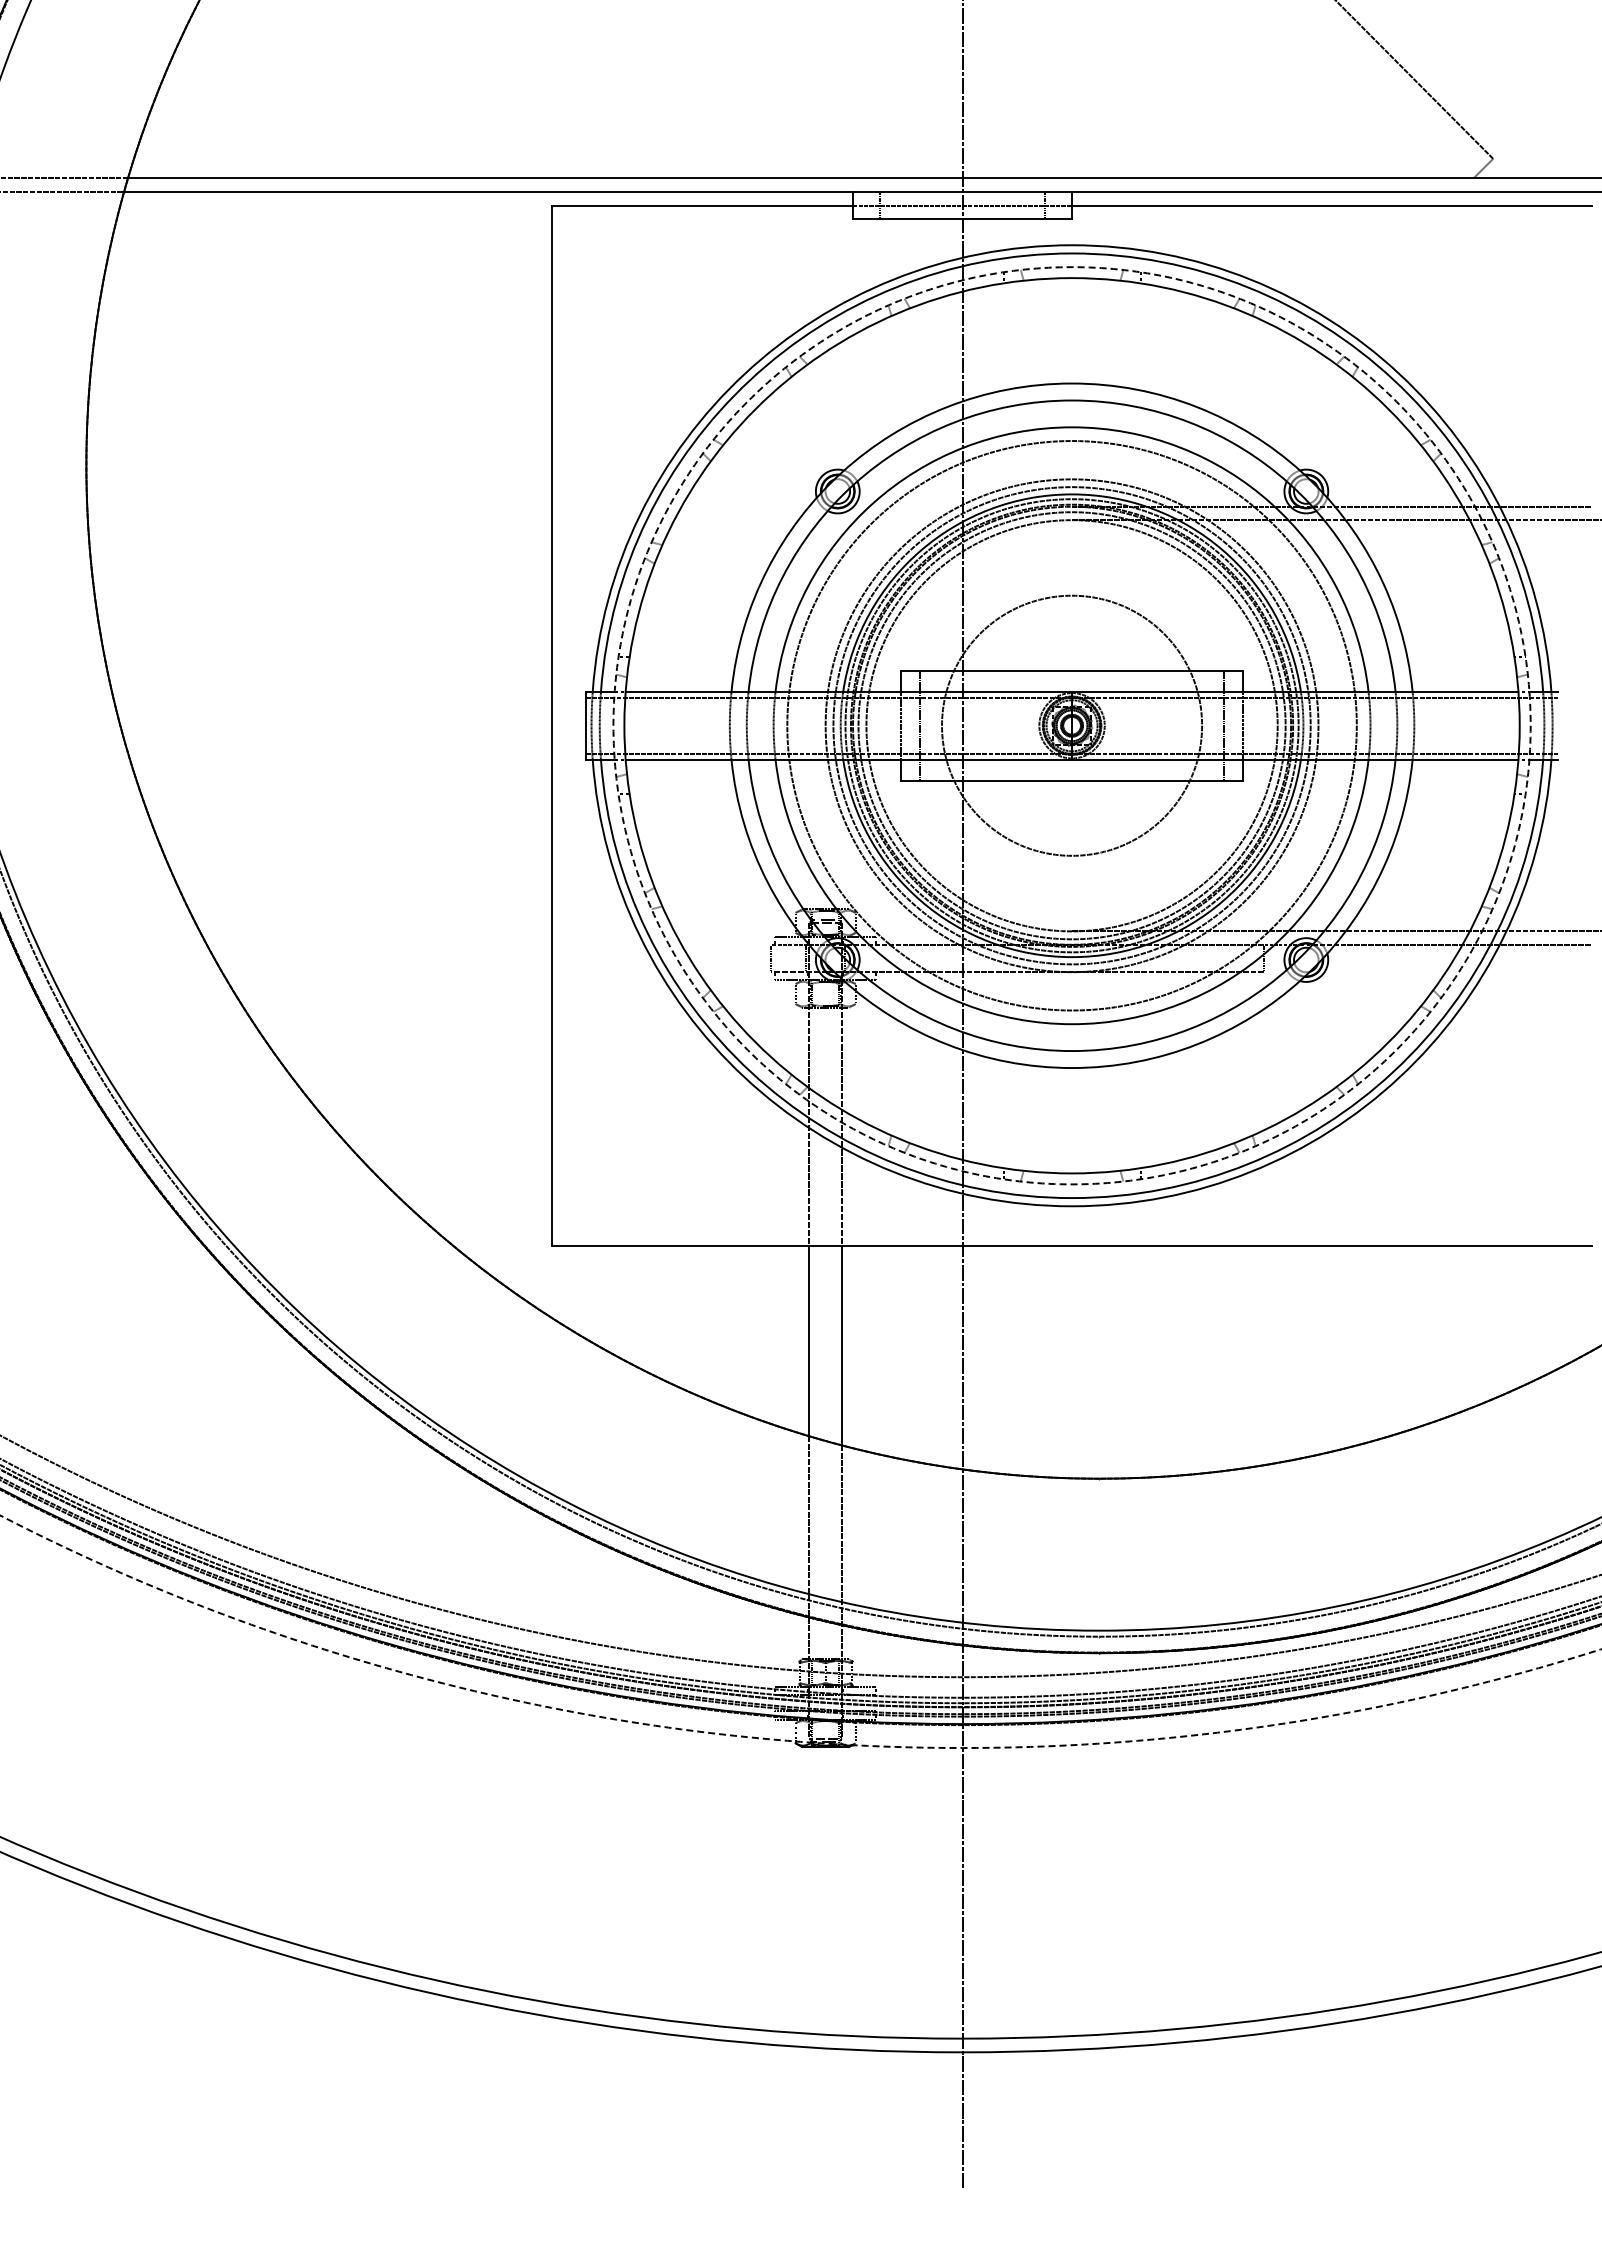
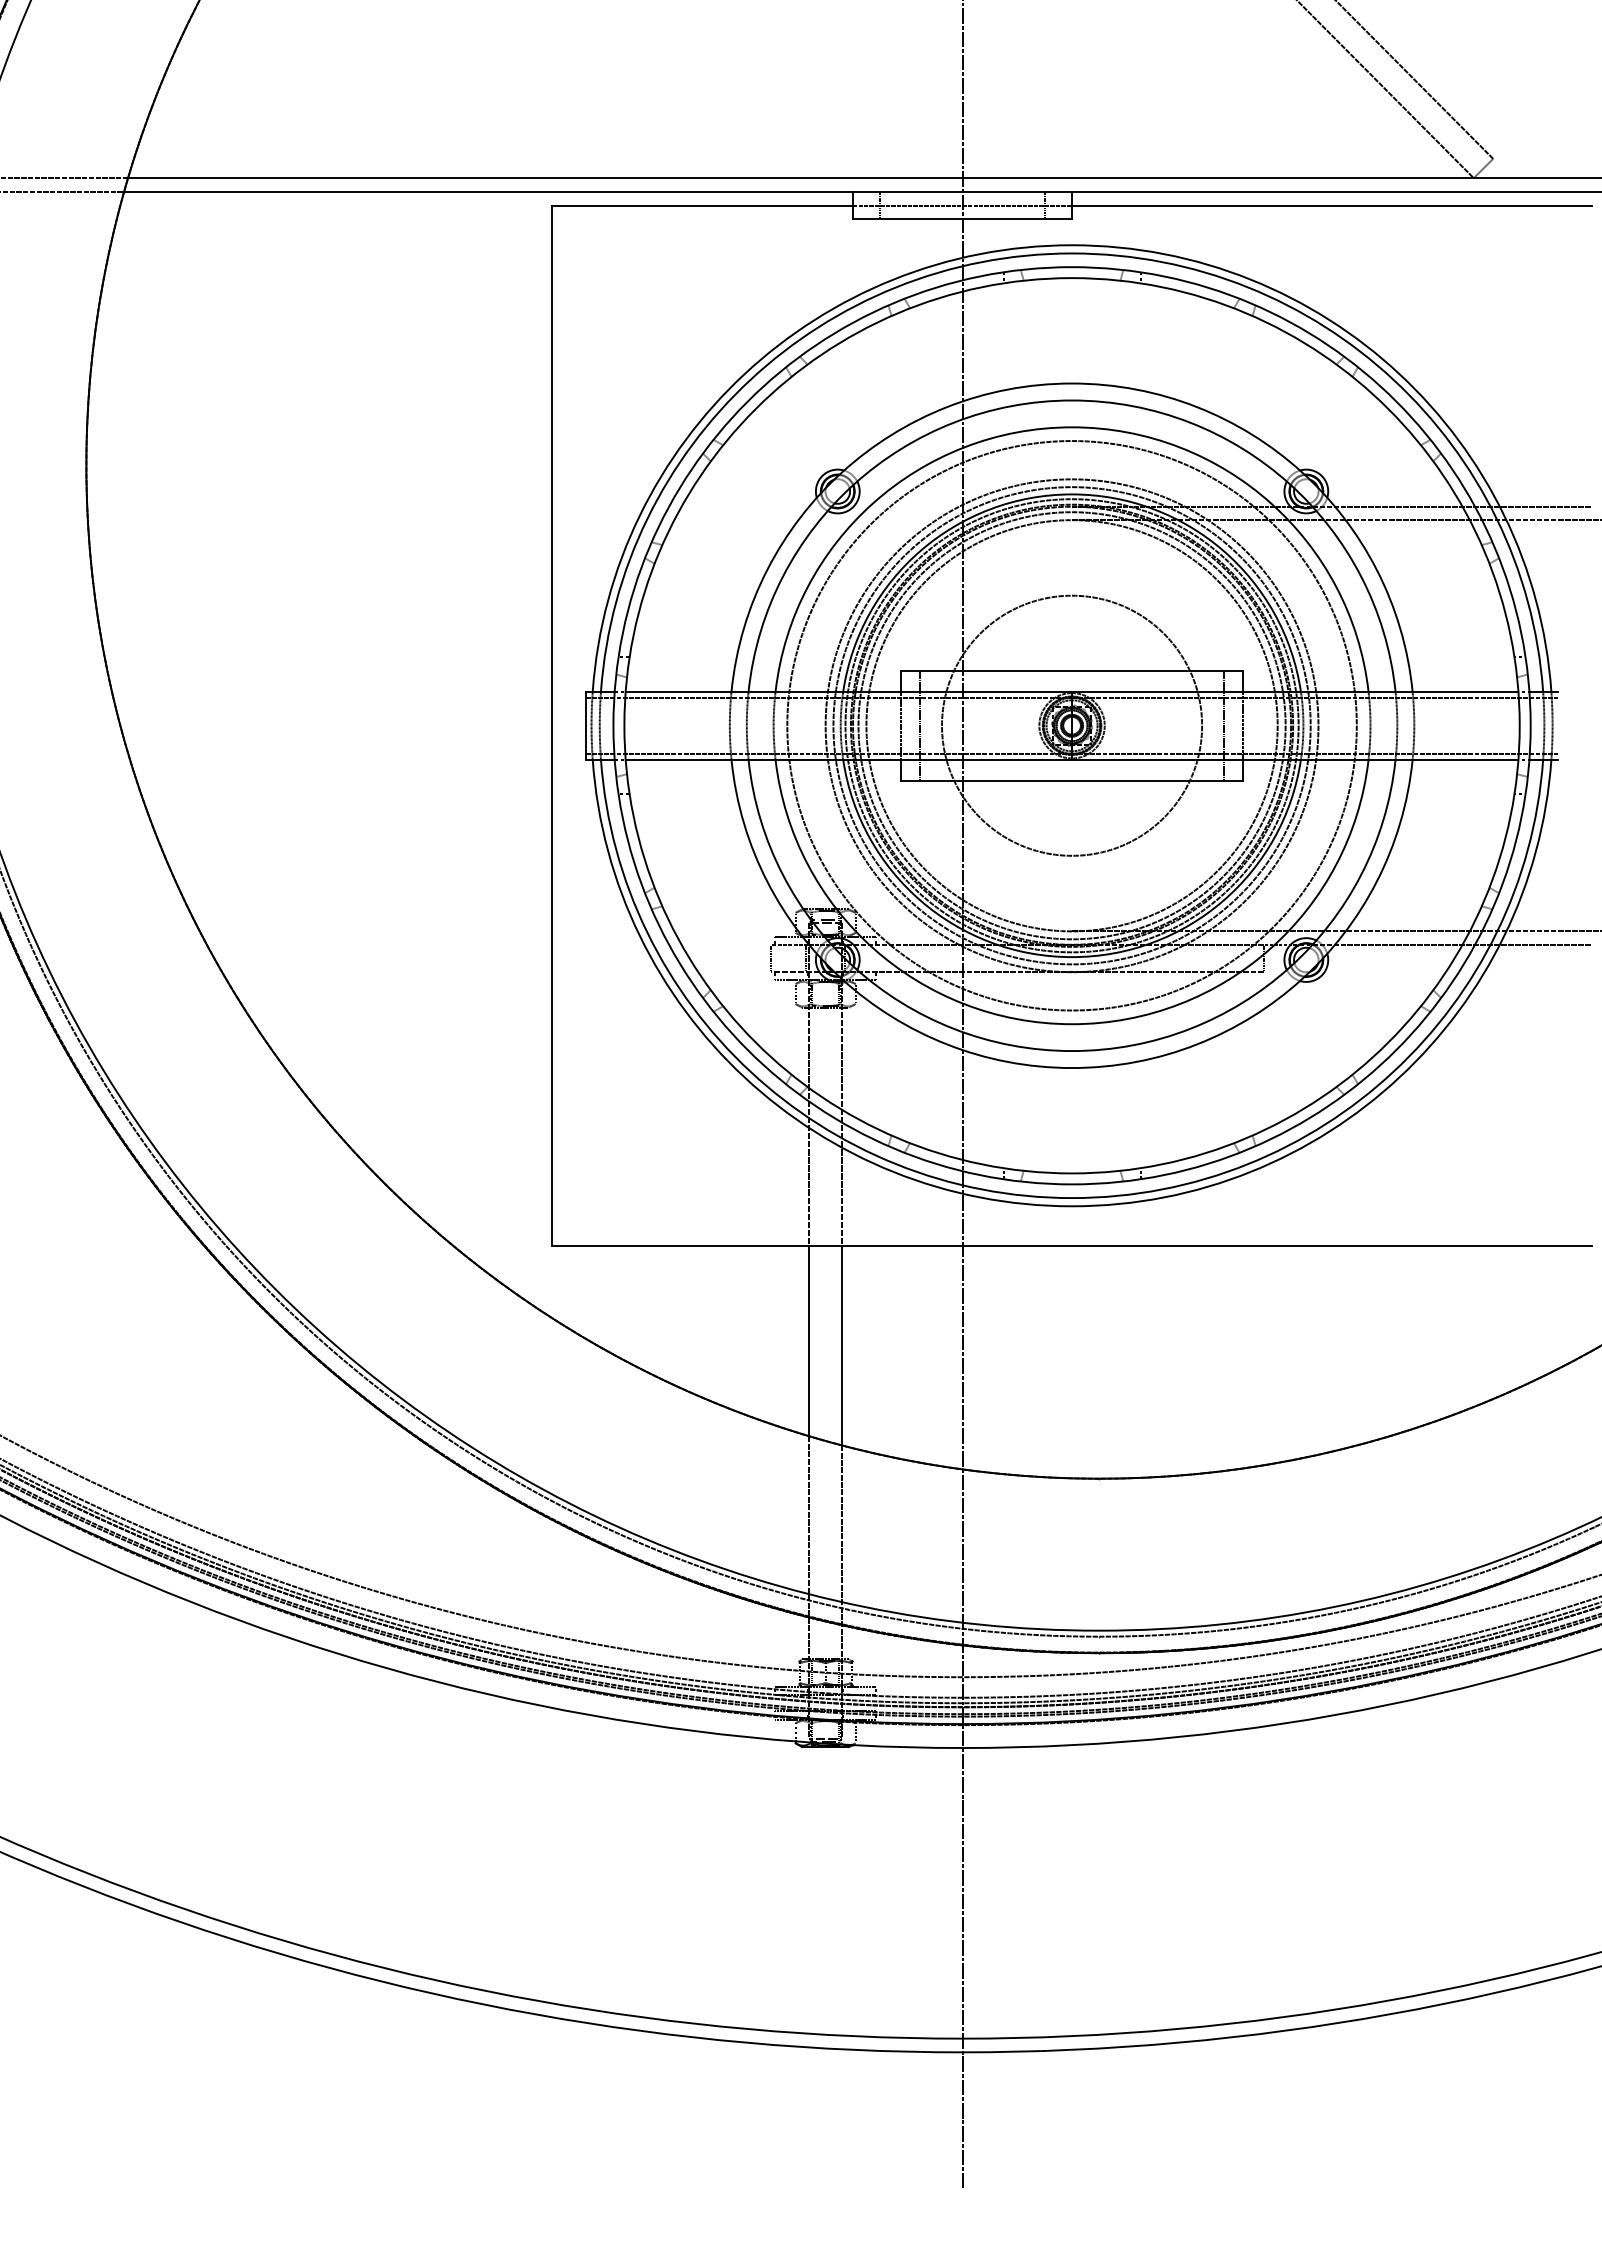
line at (1385, 90): none -> present
circle at (1071, 725): dashed -> solid
circle at (800, 1631): dashed -> solid
